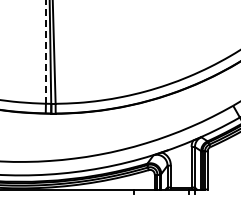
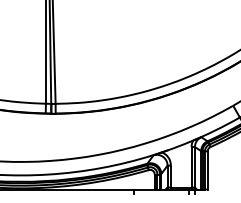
line at (45, 51): dashed -> solid
